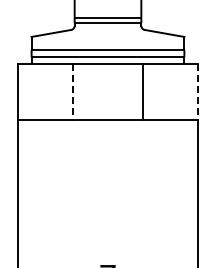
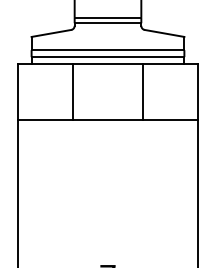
line at (73, 91): dashed -> solid
line at (198, 91): dashed -> solid
